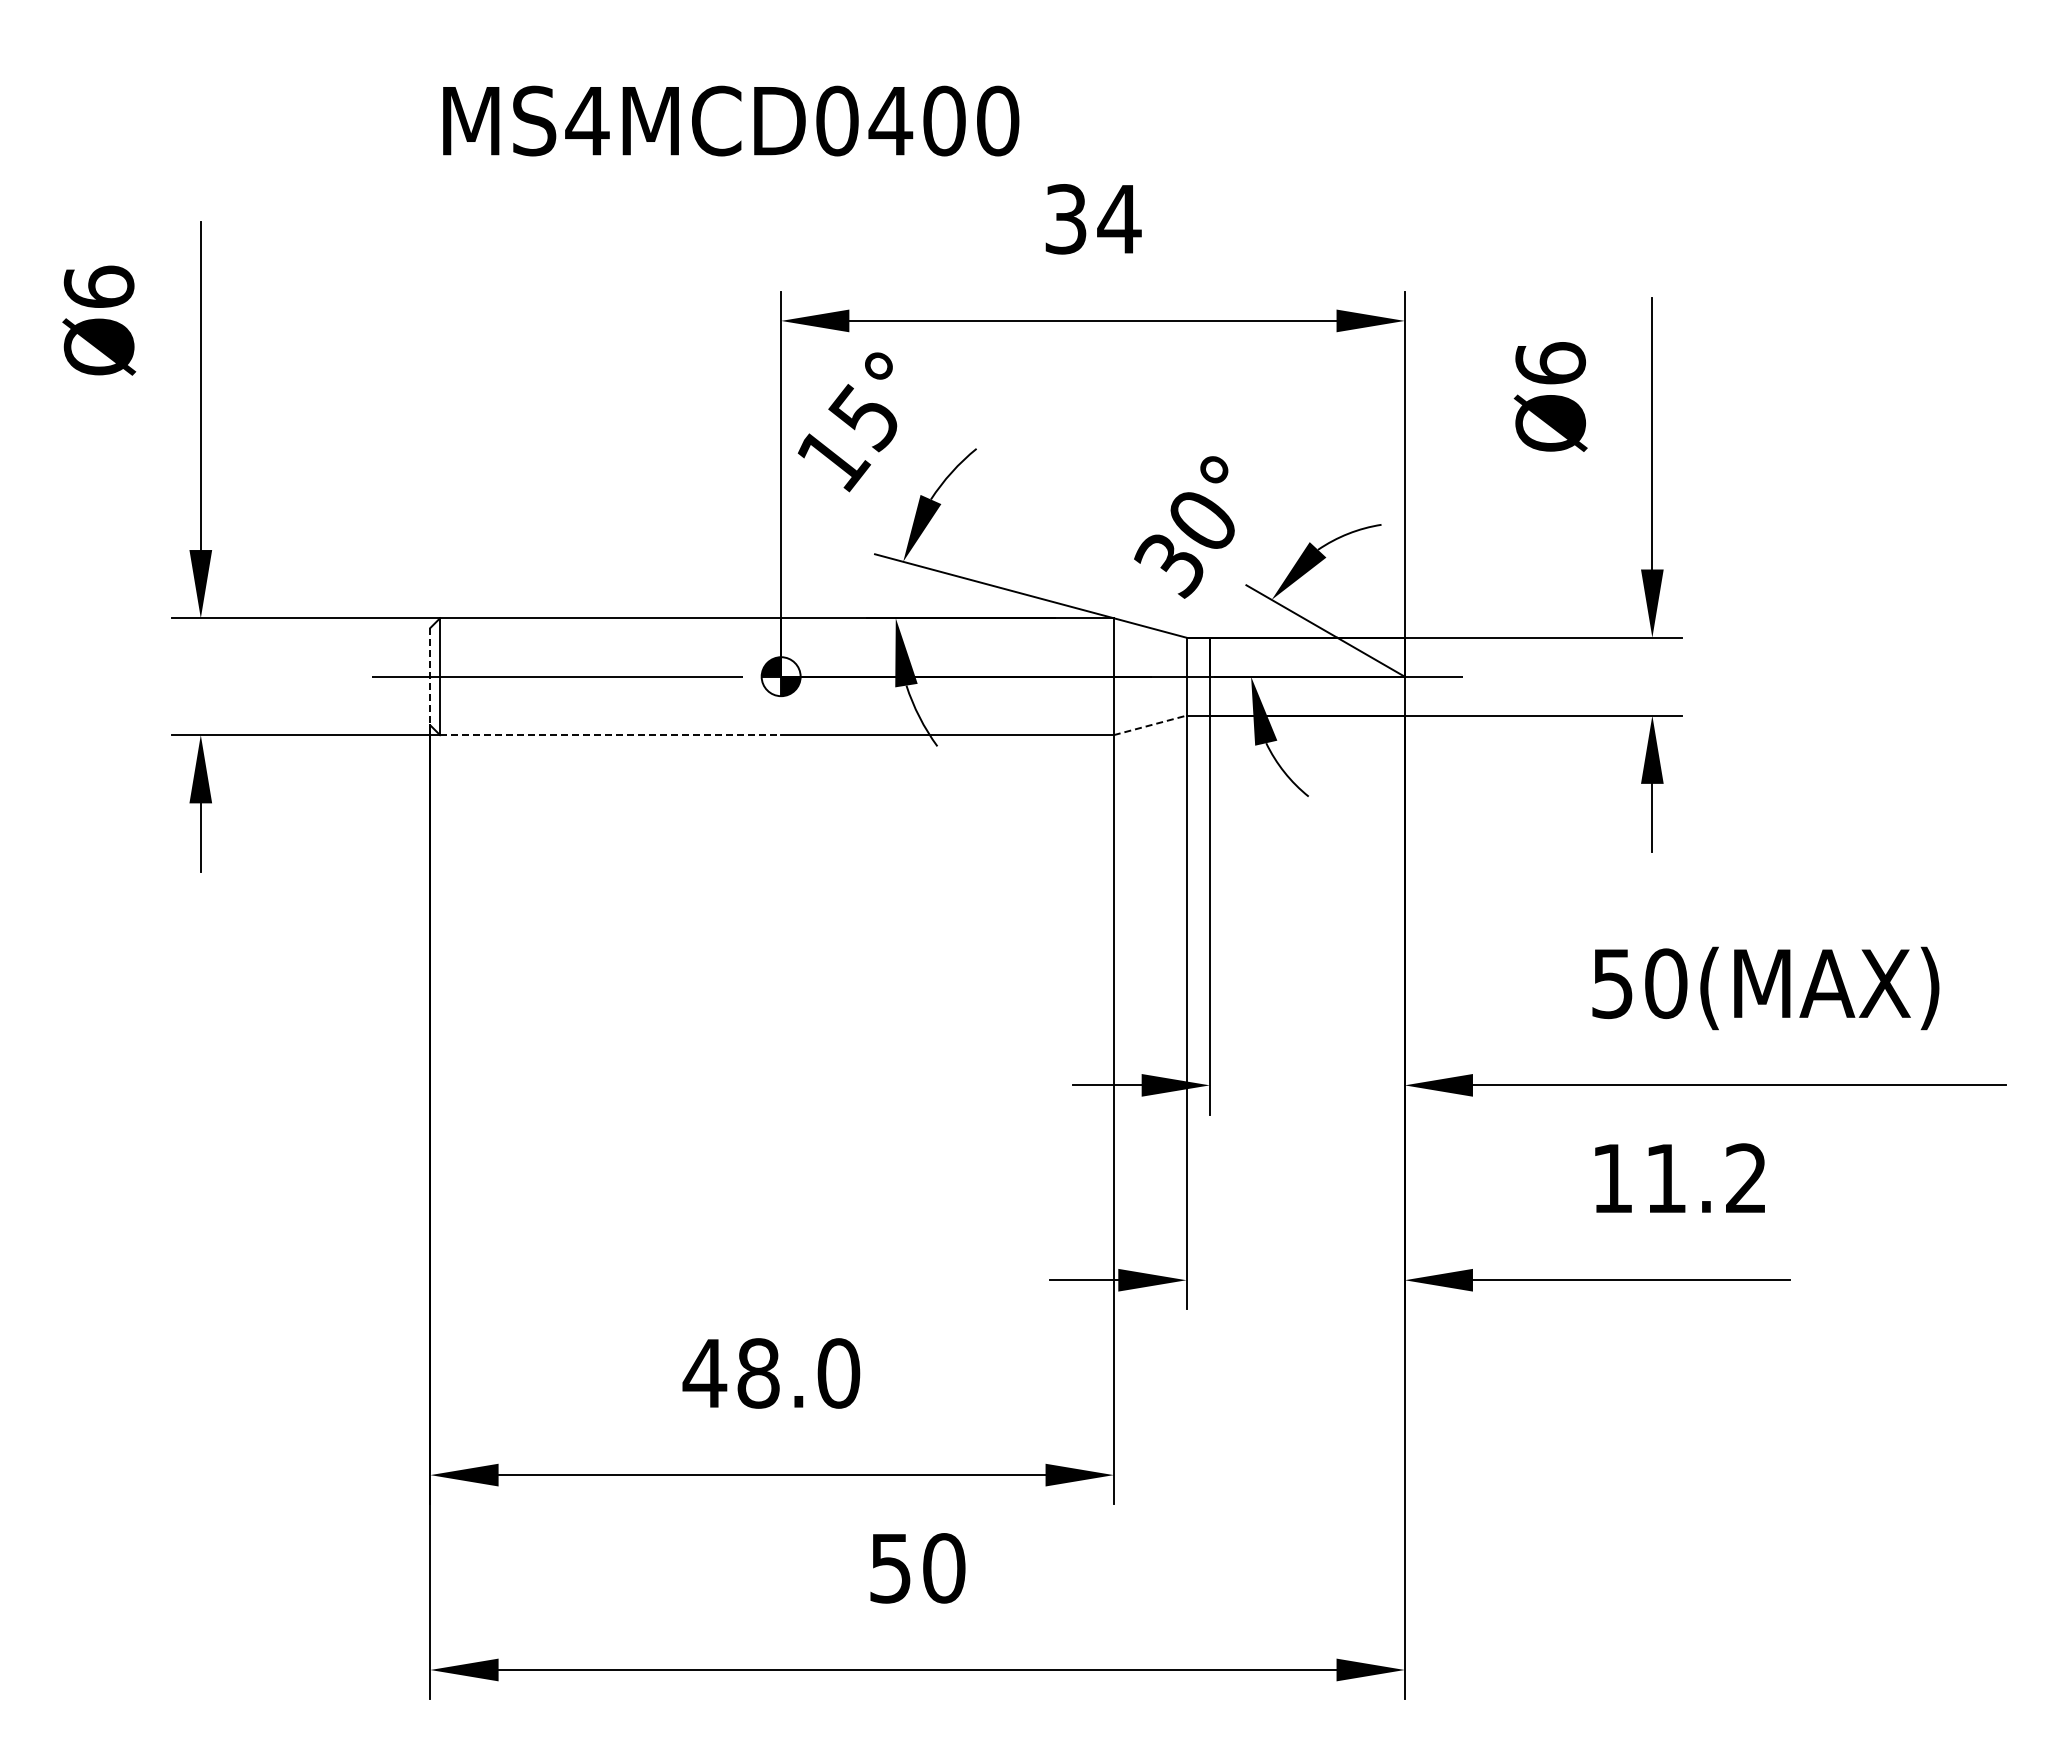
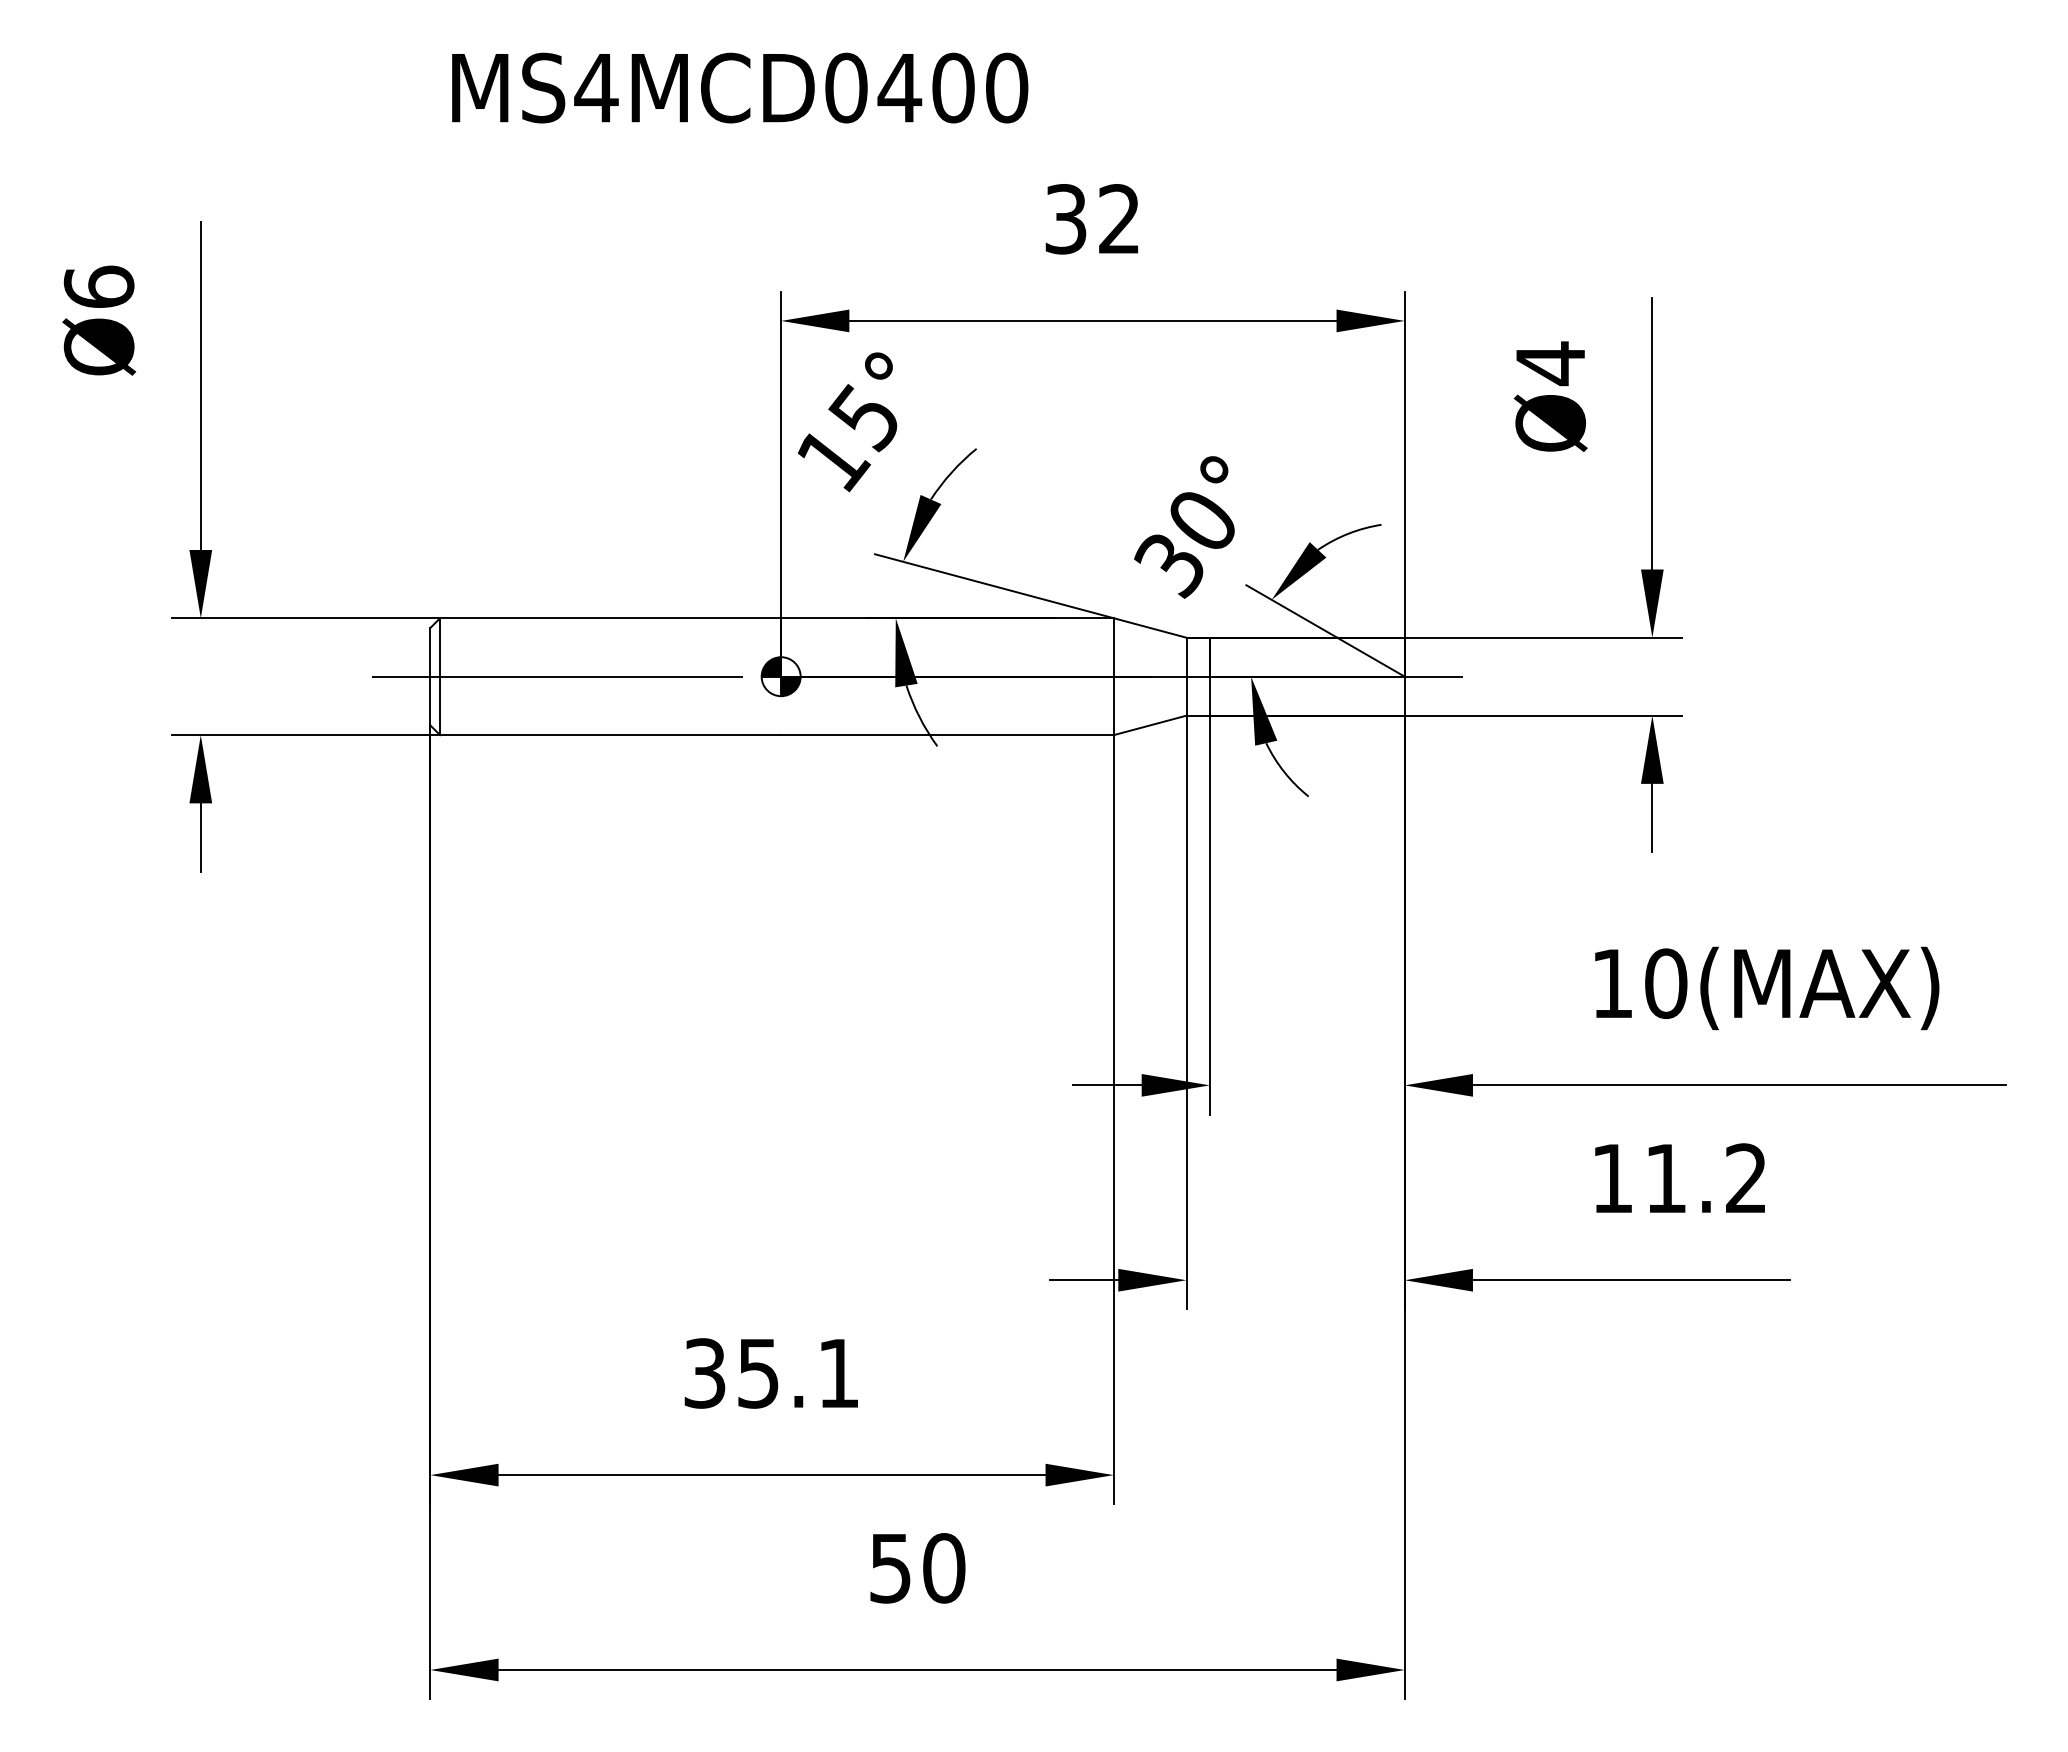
text at (731, 120) position: (731, 120) -> (740, 87)
text at (1119, 218): 34 -> 32
text at (1550, 363): Ø6 -> Ø4
line at (430, 676): dashed -> solid
line at (1150, 725): dashed -> solid
line at (610, 735): dashed -> solid
text at (1612, 984): 50(MAX) -> 10(MAX)
text at (771, 1373): 48.0 -> 35.1
